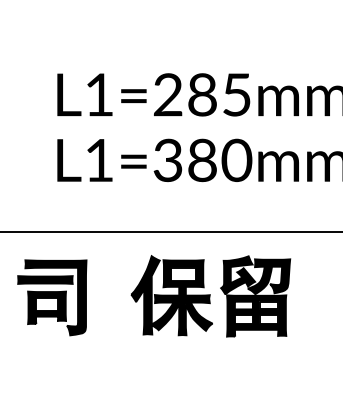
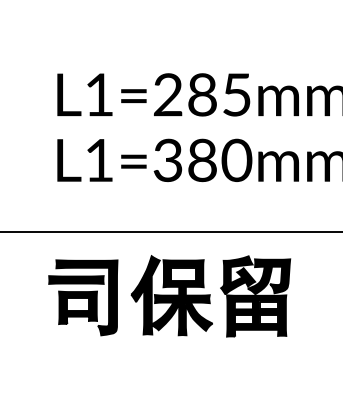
part at (52, 297) position: (52, 297) -> (83, 297)
